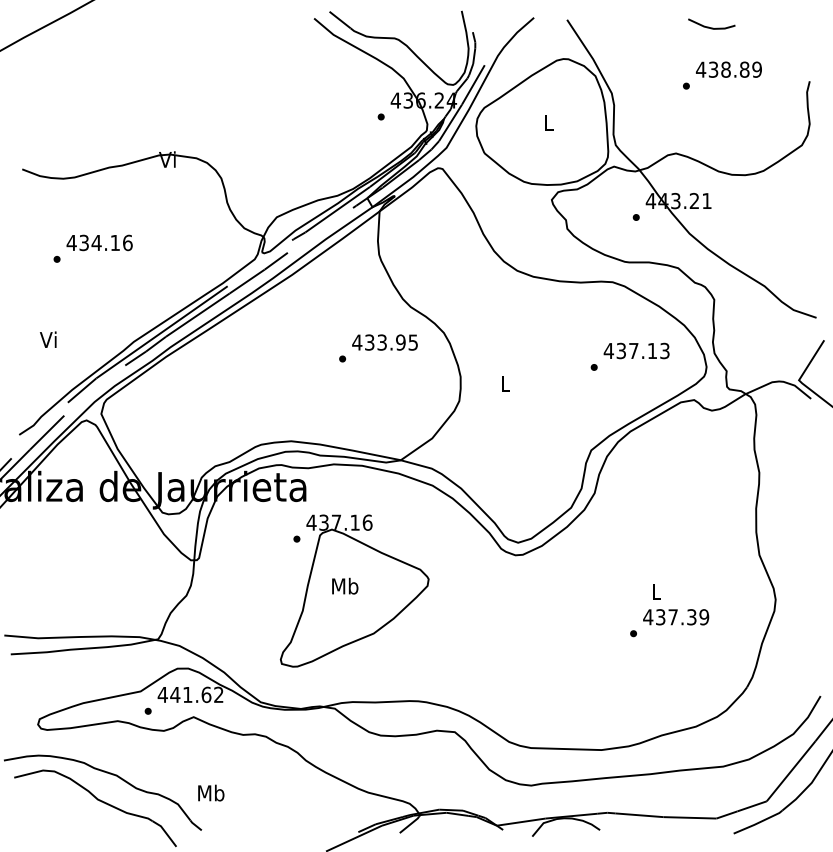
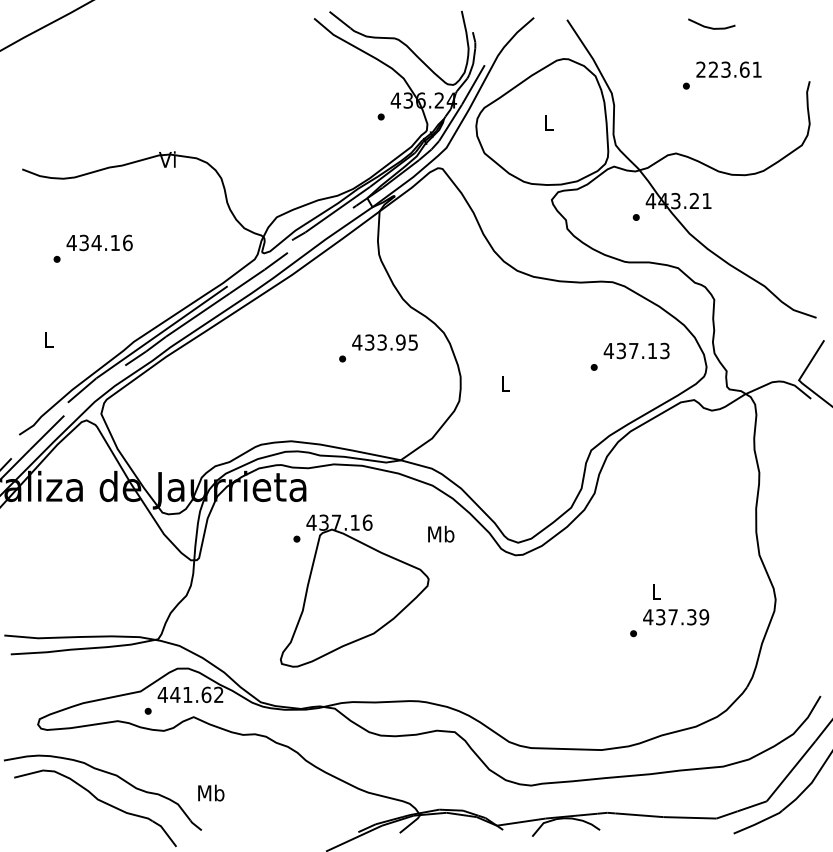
text at (728, 69): 438.89 -> 223.61
text at (47, 339): Vi -> L
text at (345, 585) position: (345, 585) -> (441, 533)
